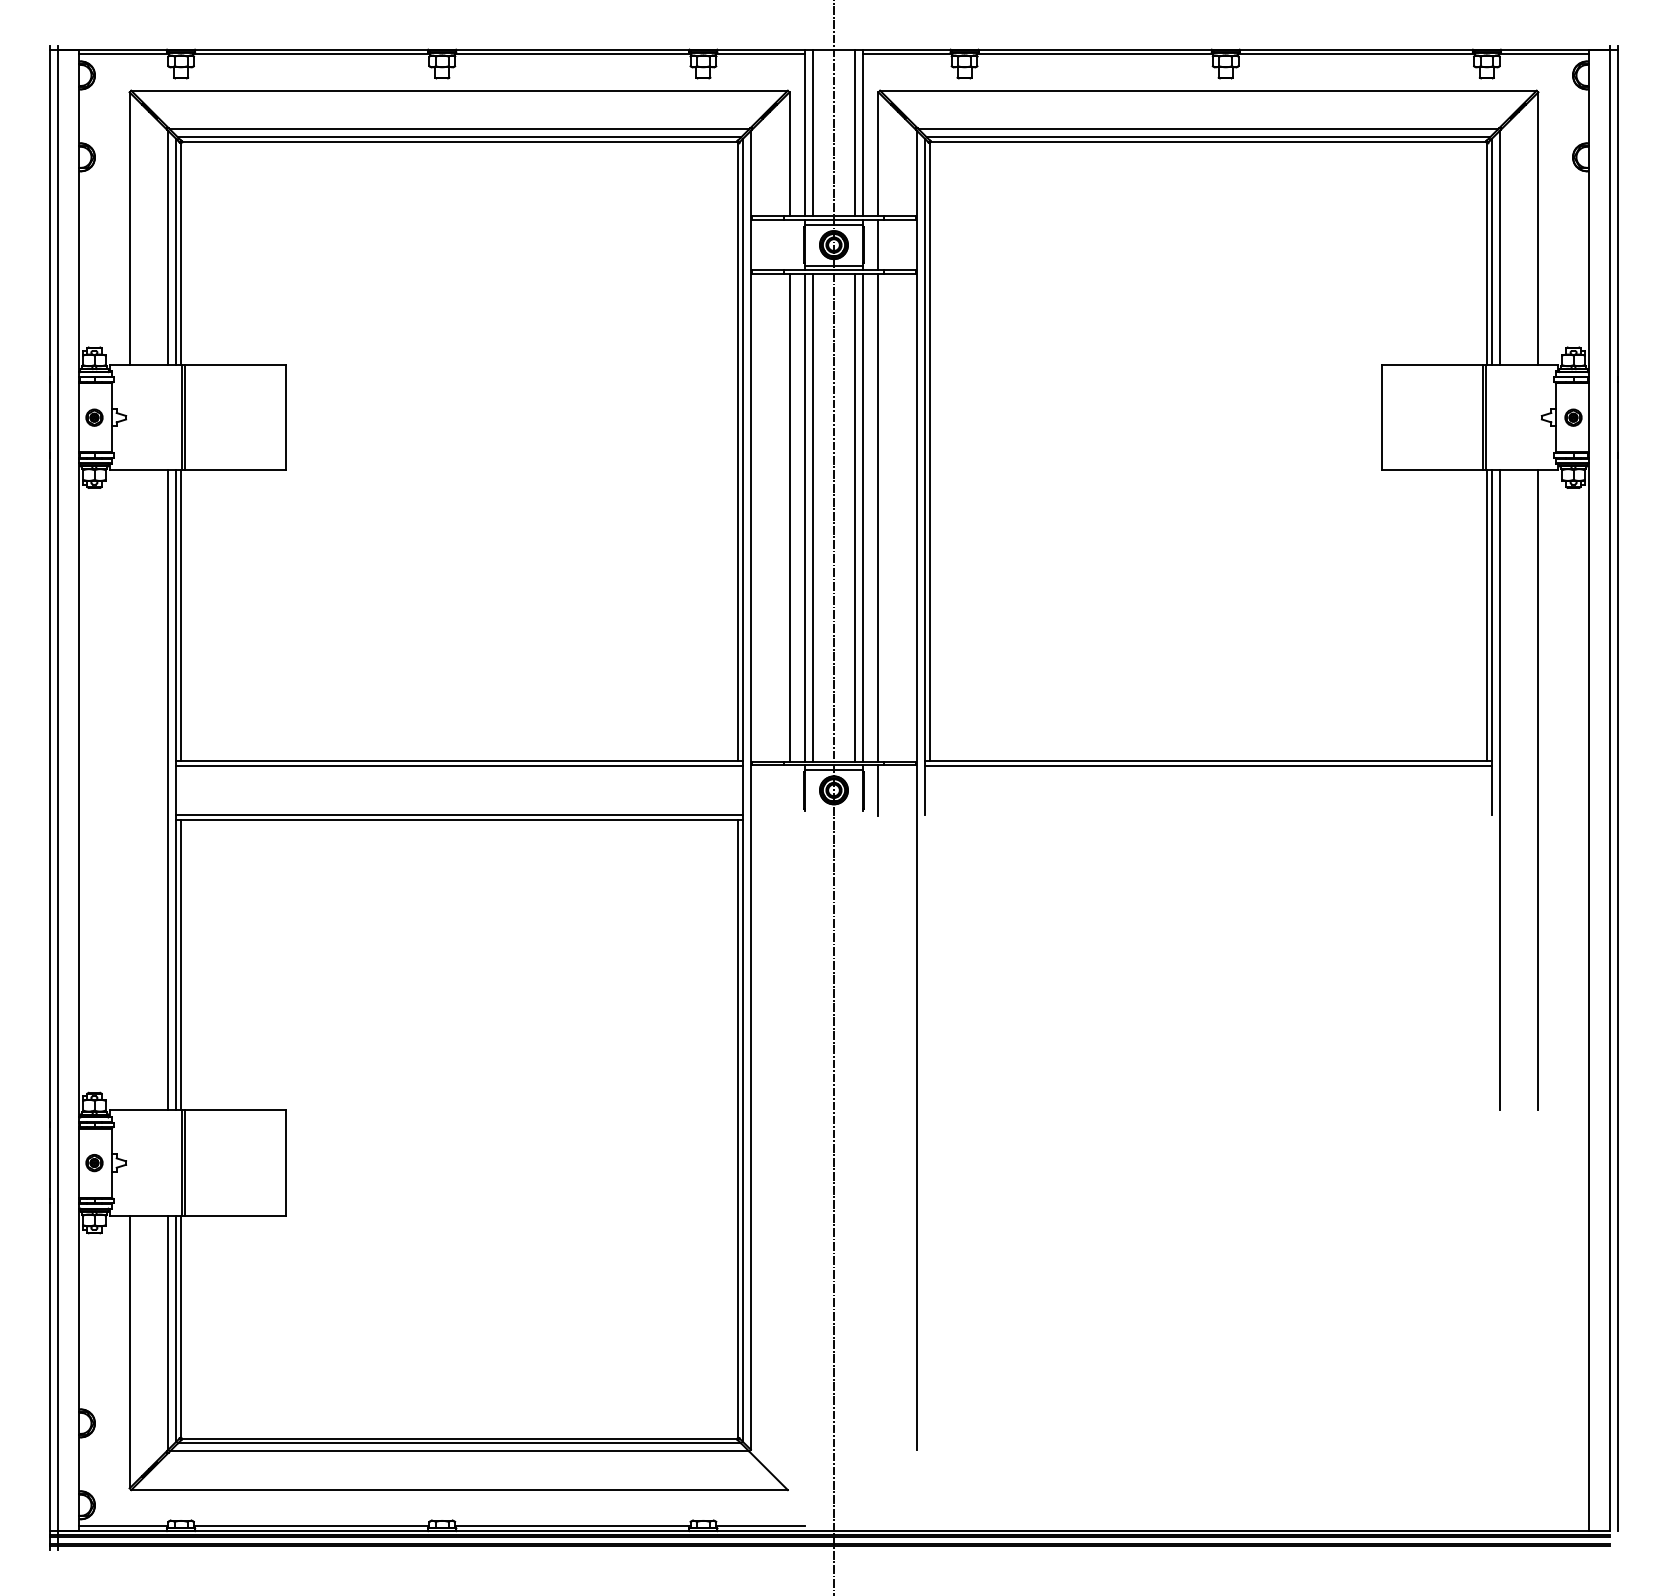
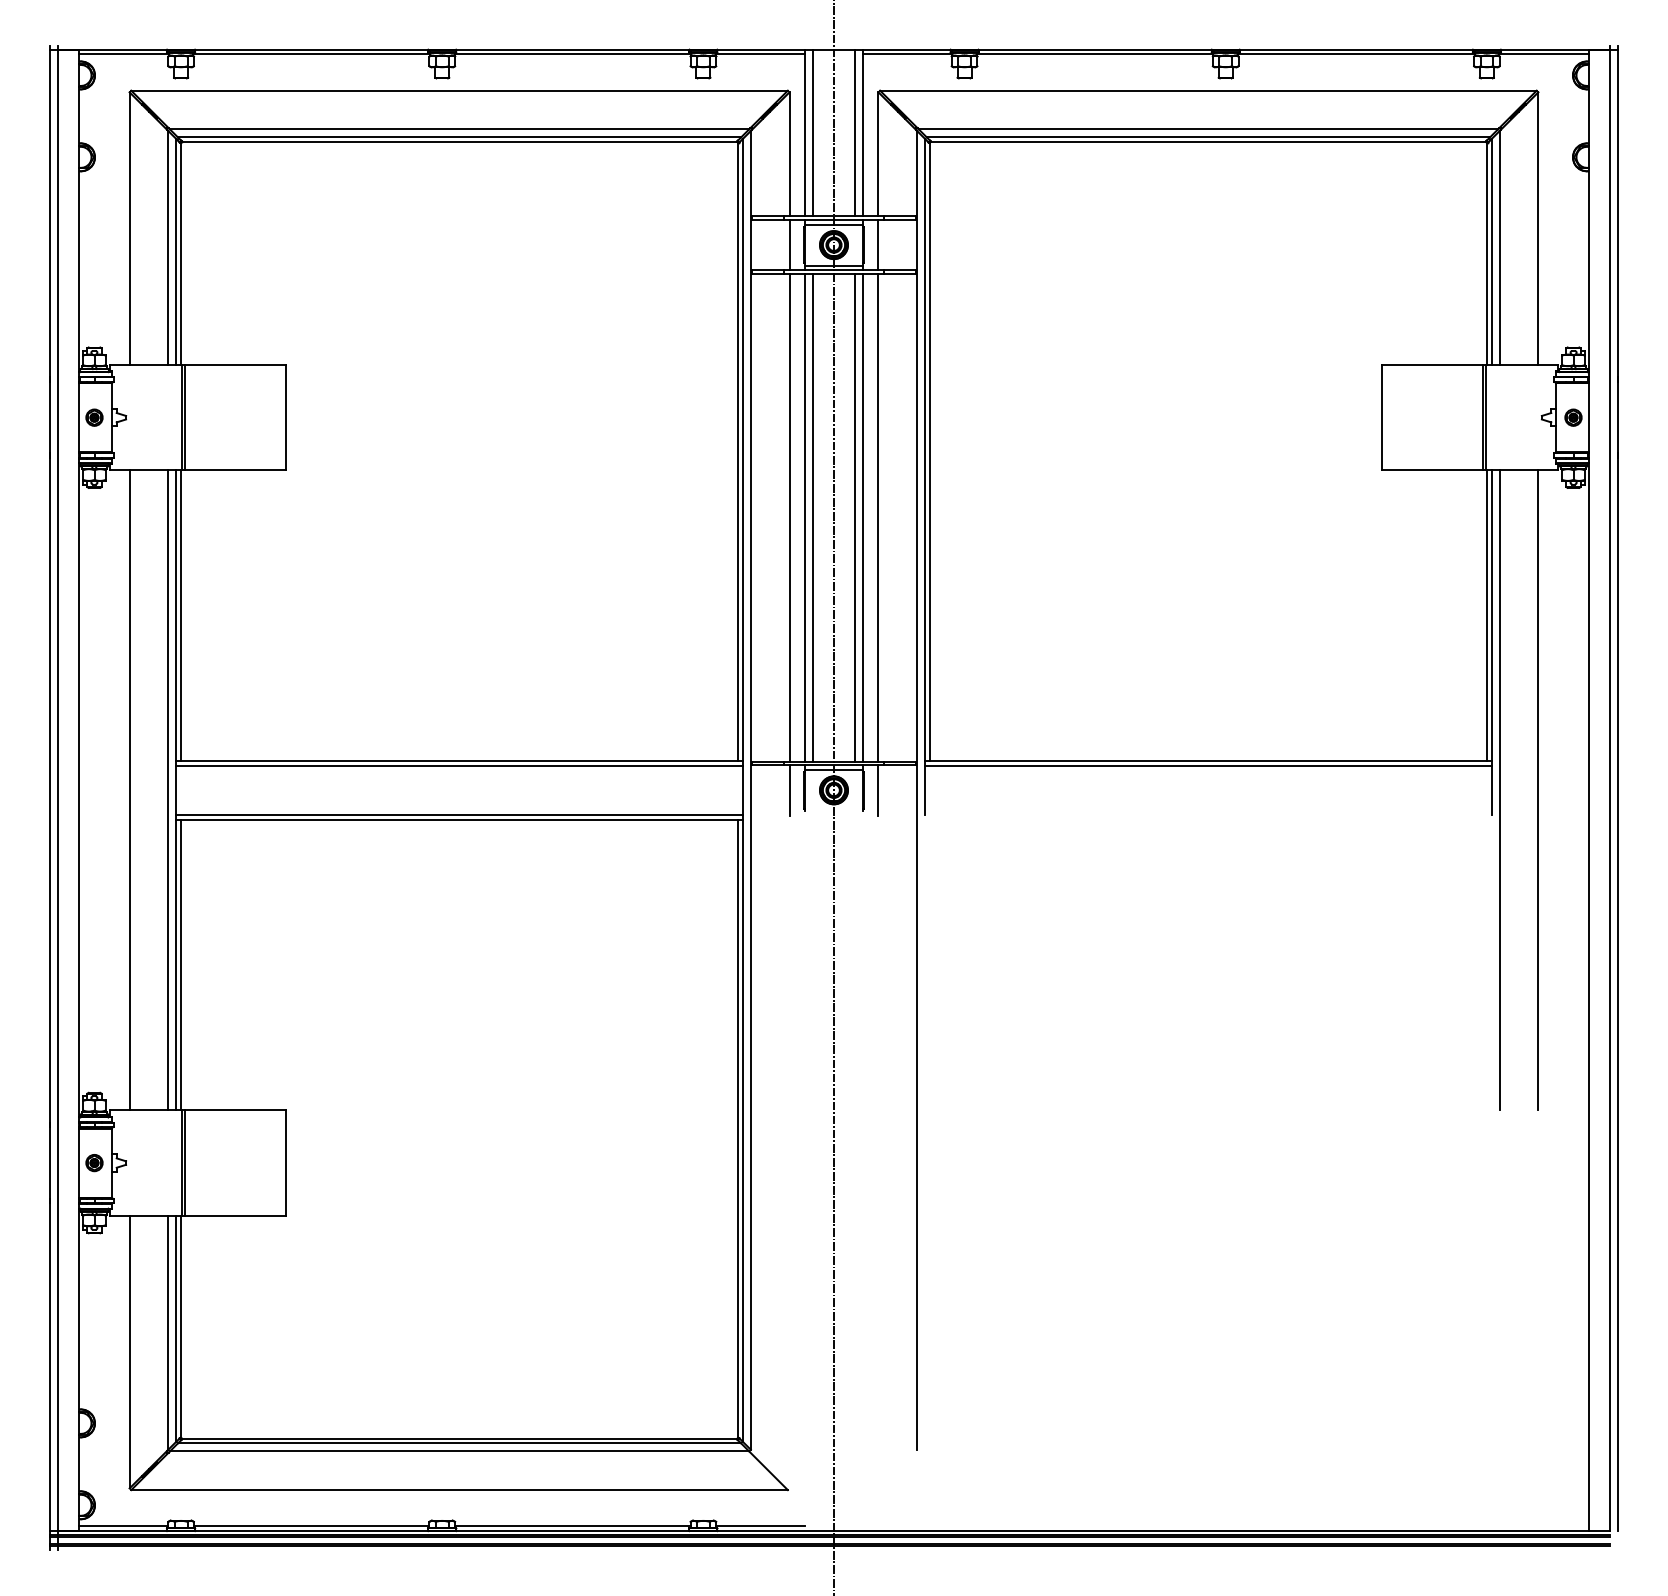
line at (789, 244): none -> present
line at (129, 790): none -> present
line at (789, 790): none -> present
